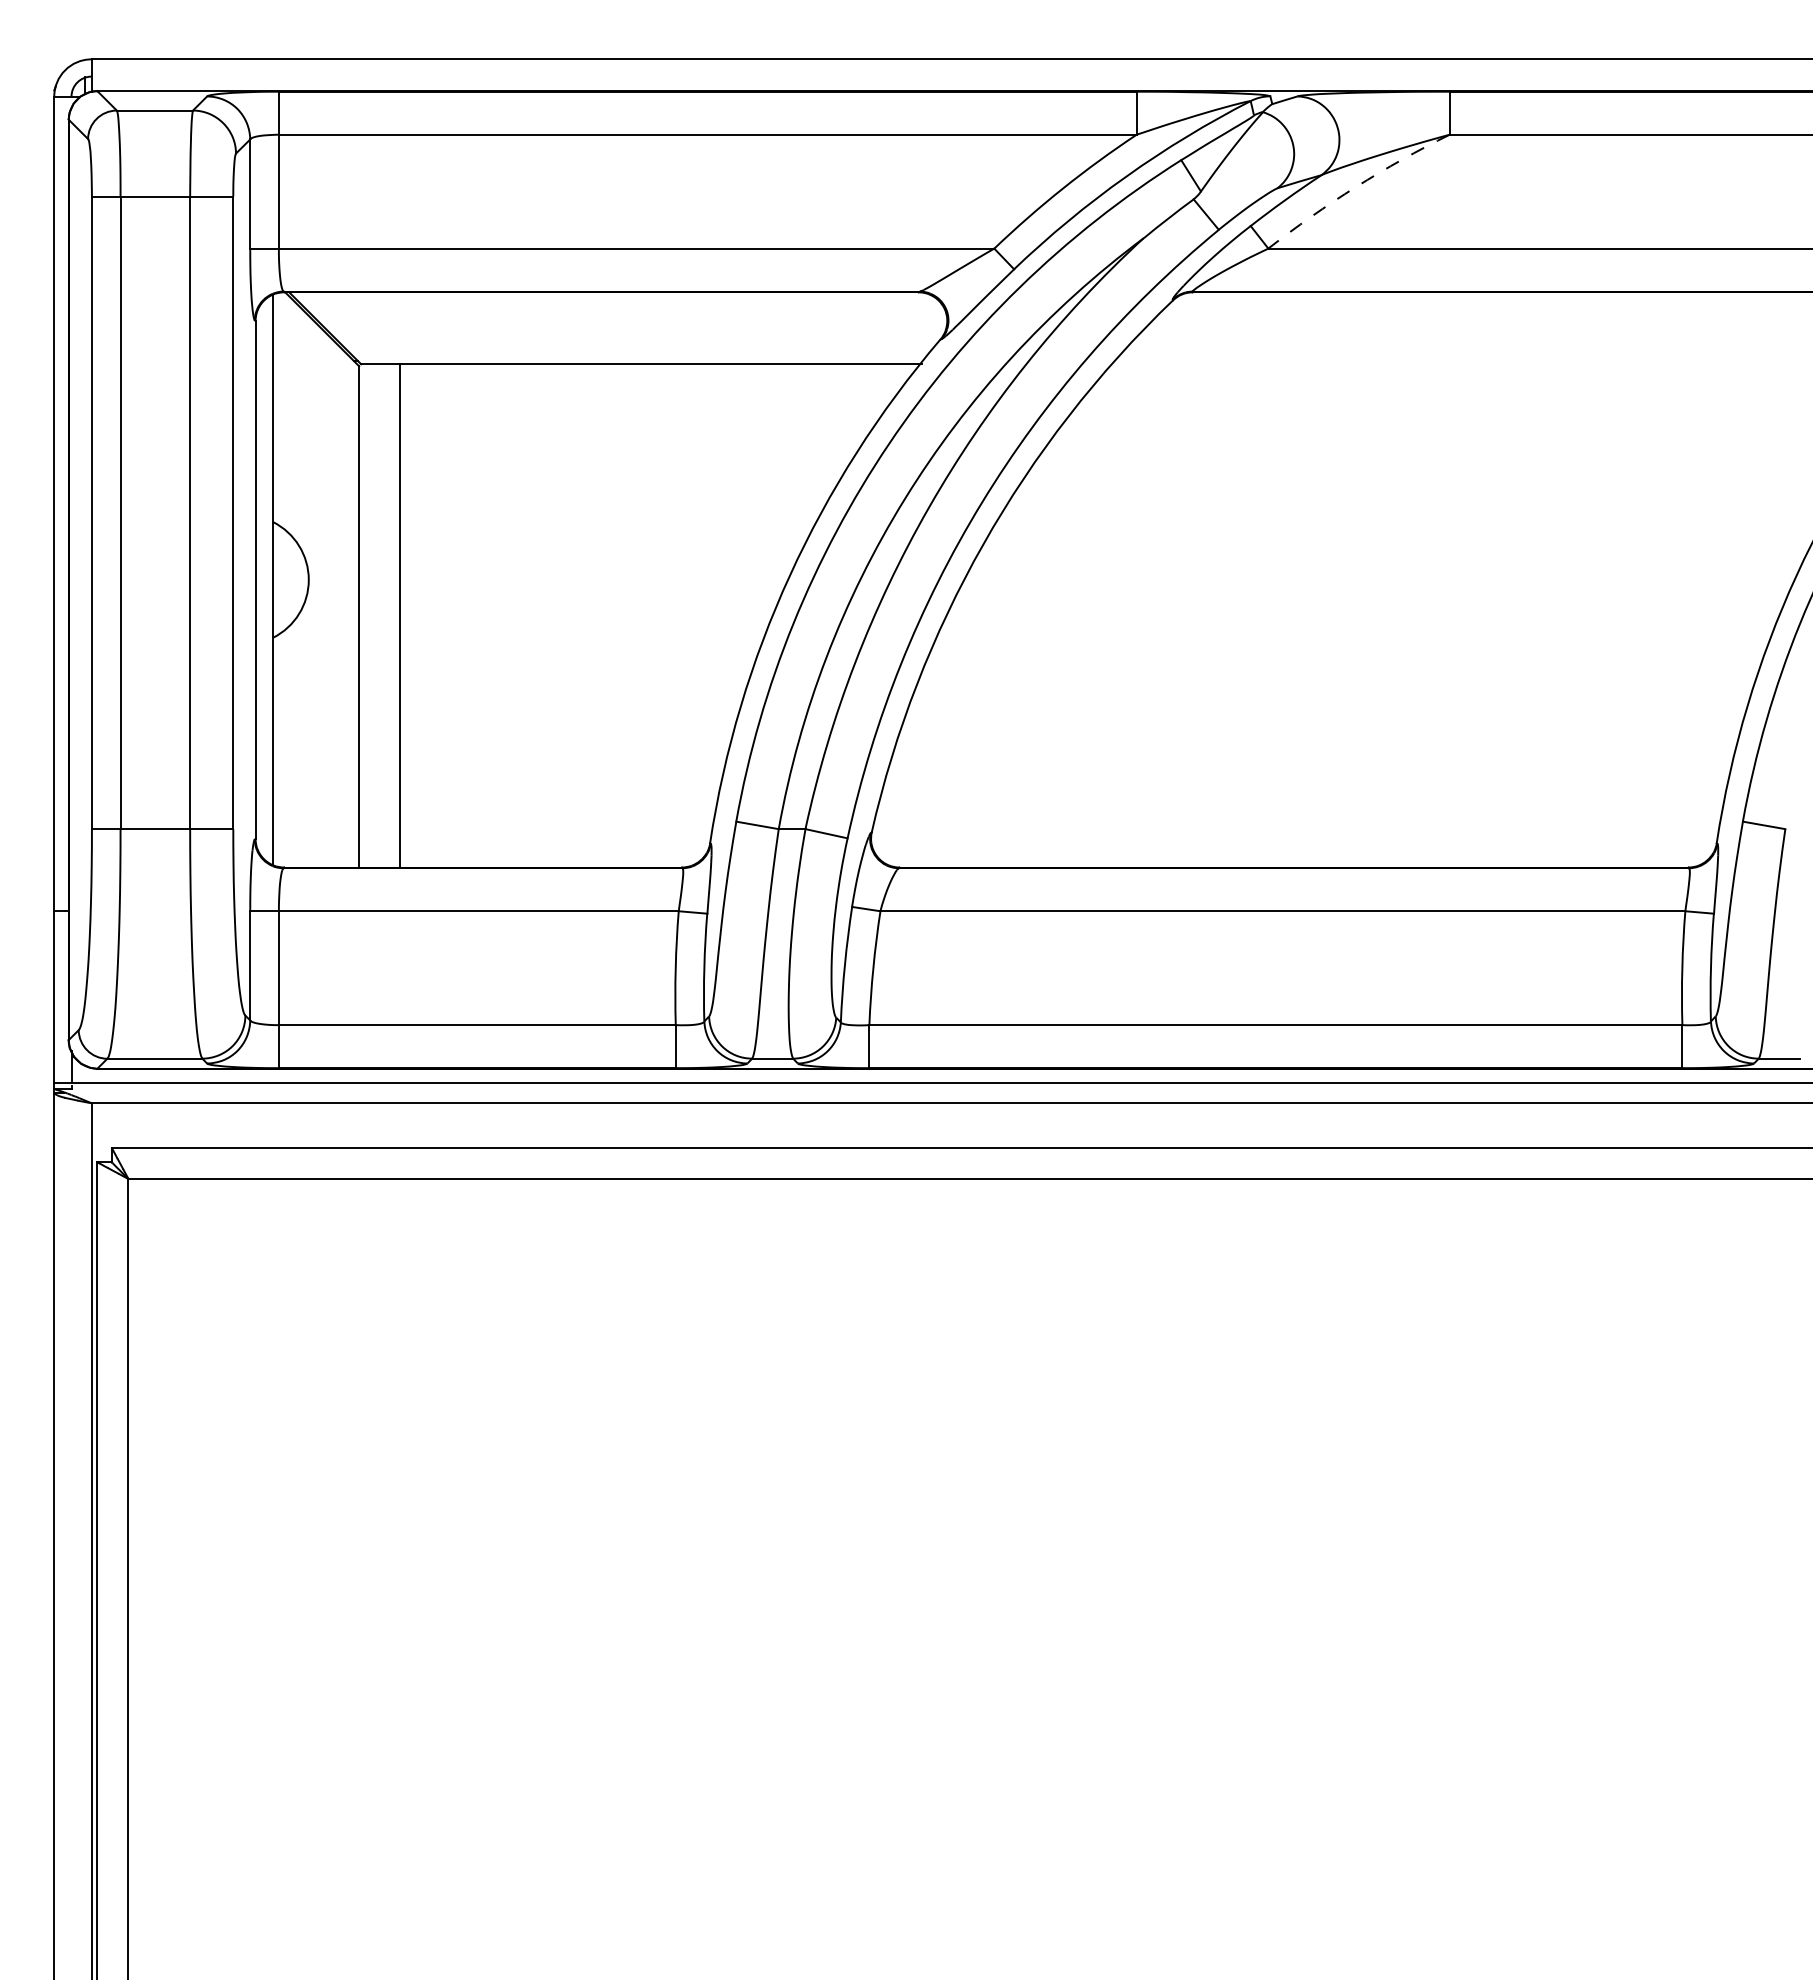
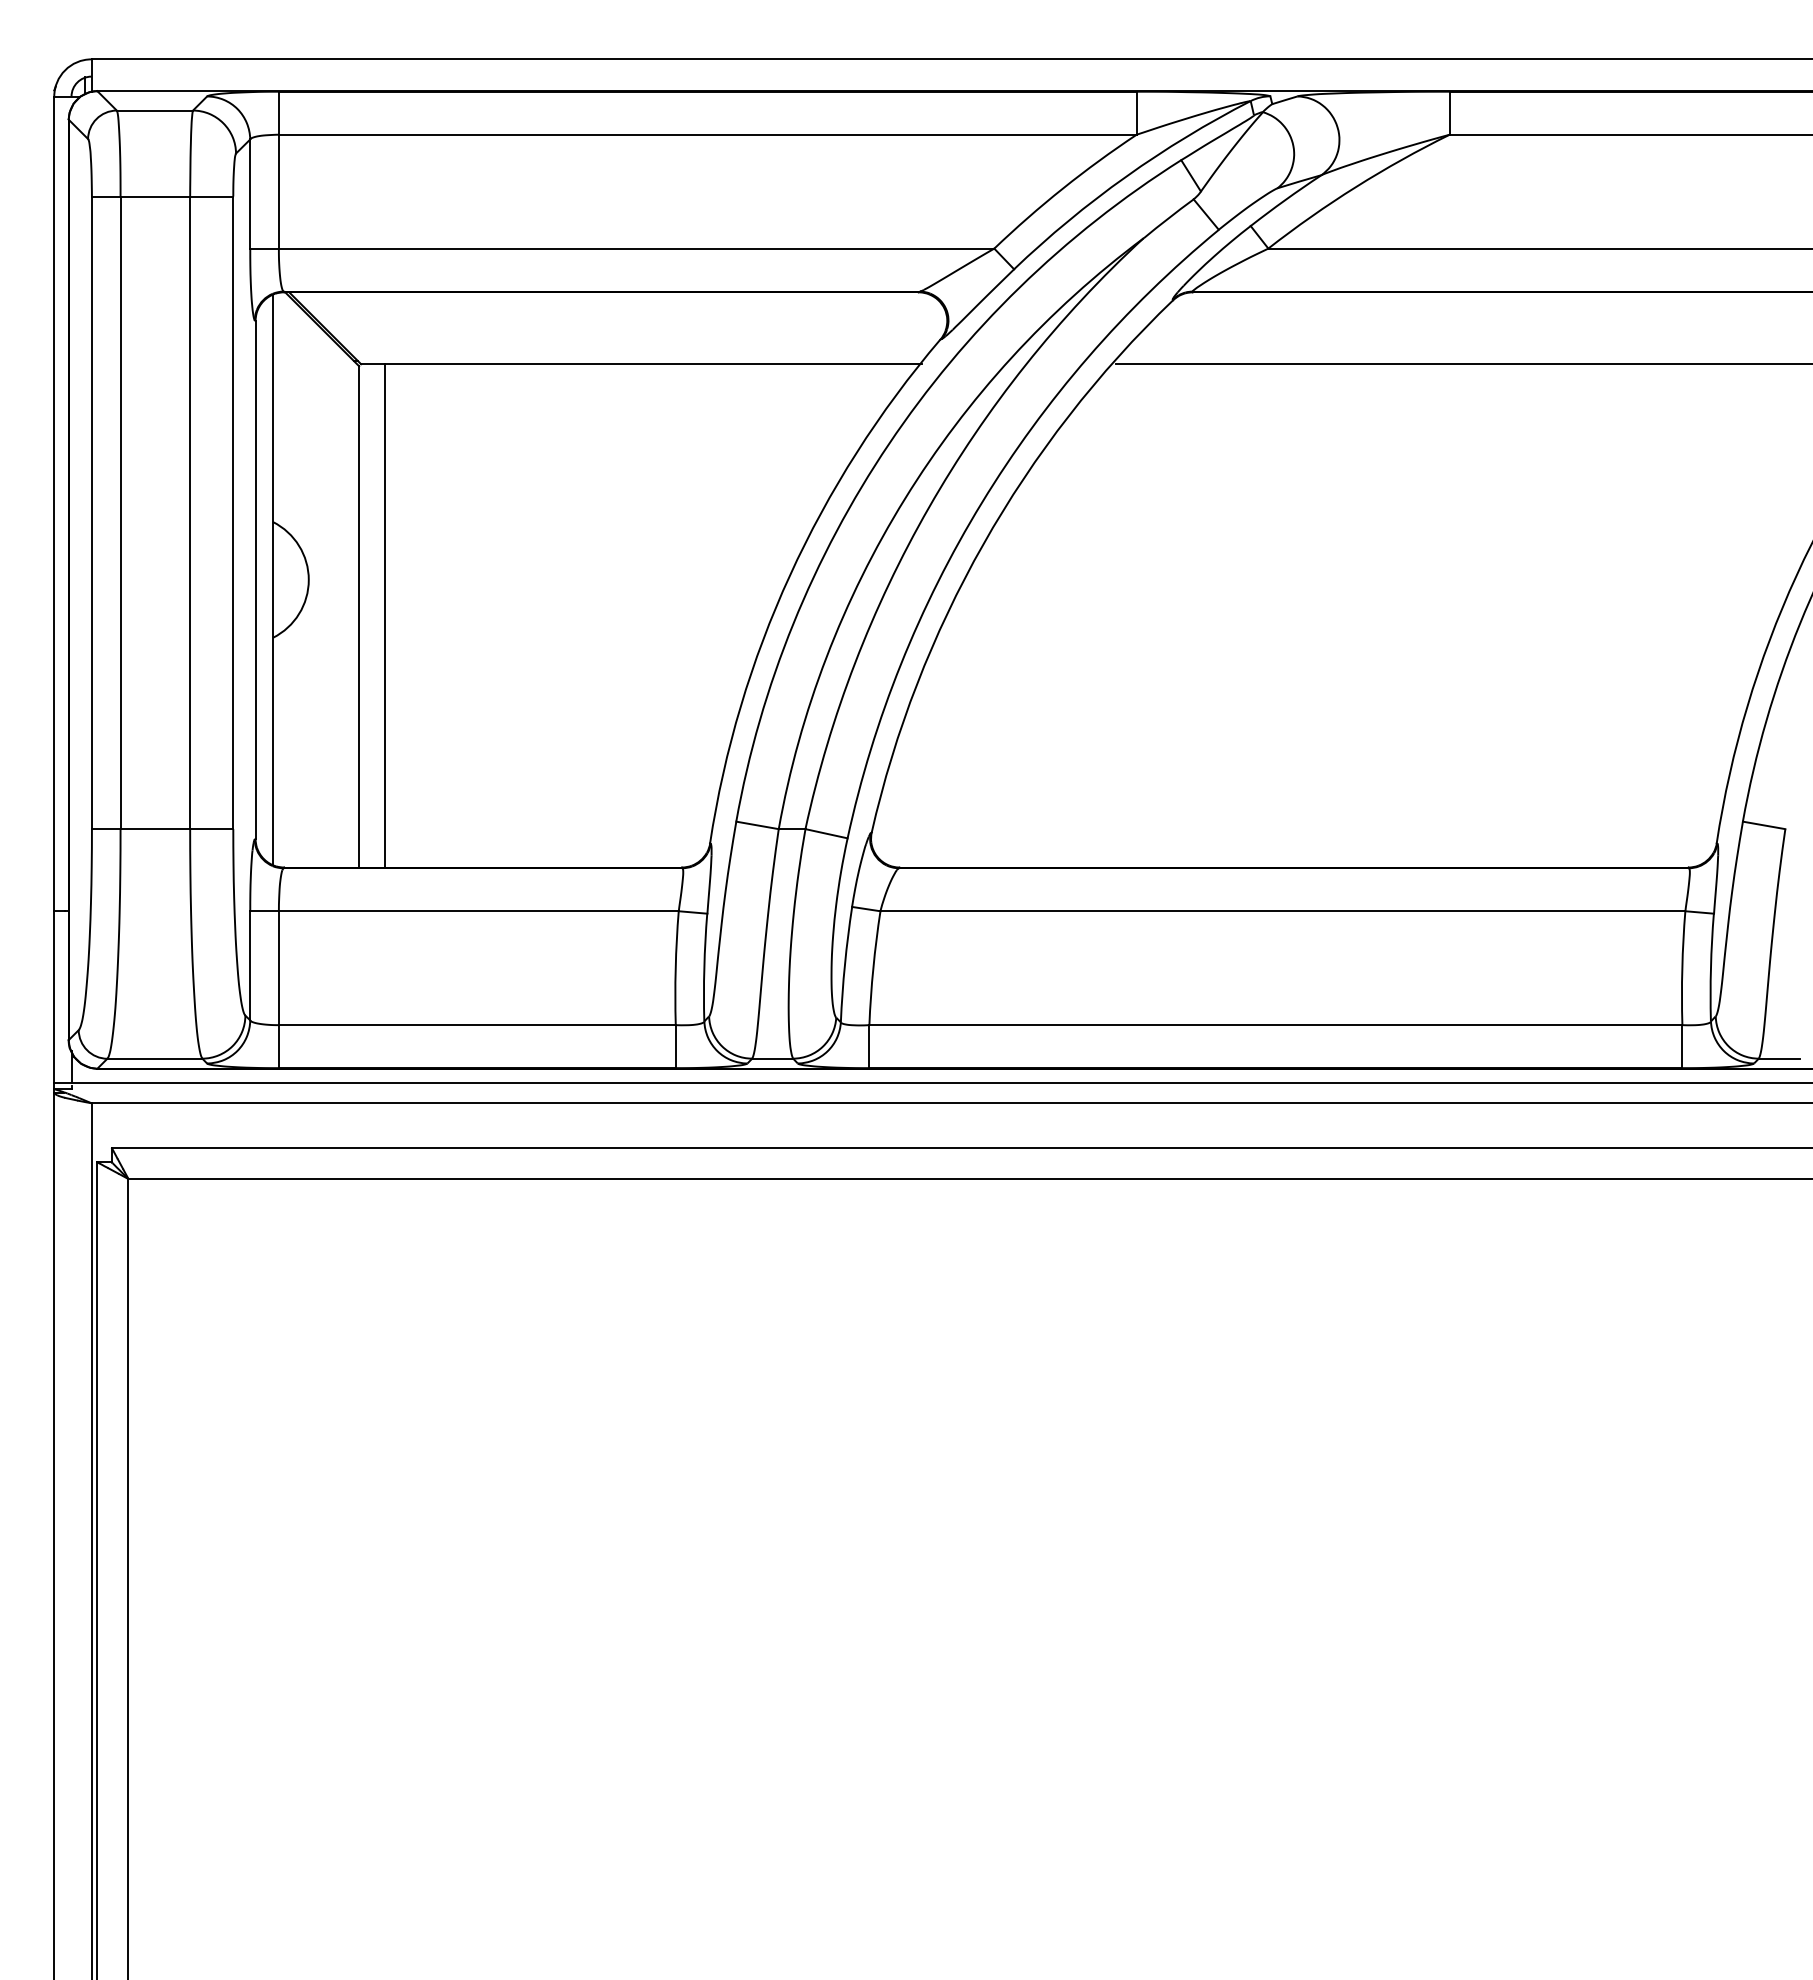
arc at (1356, 187): dashed -> solid
line at (1462, 364): none -> present
line at (400, 615) position: (400, 615) -> (385, 615)
